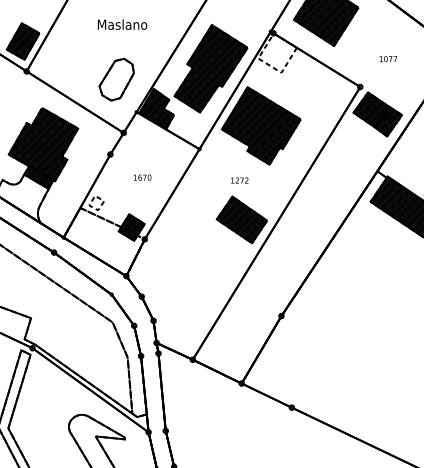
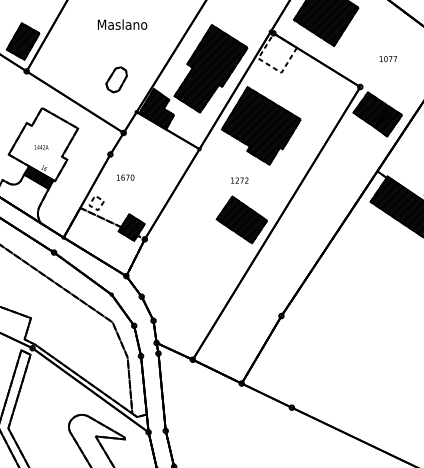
part at (116, 79) size: 37x44 px -> 23x28 px
hatch at (43, 144): present -> none
text at (142, 177) position: (142, 177) -> (125, 177)
